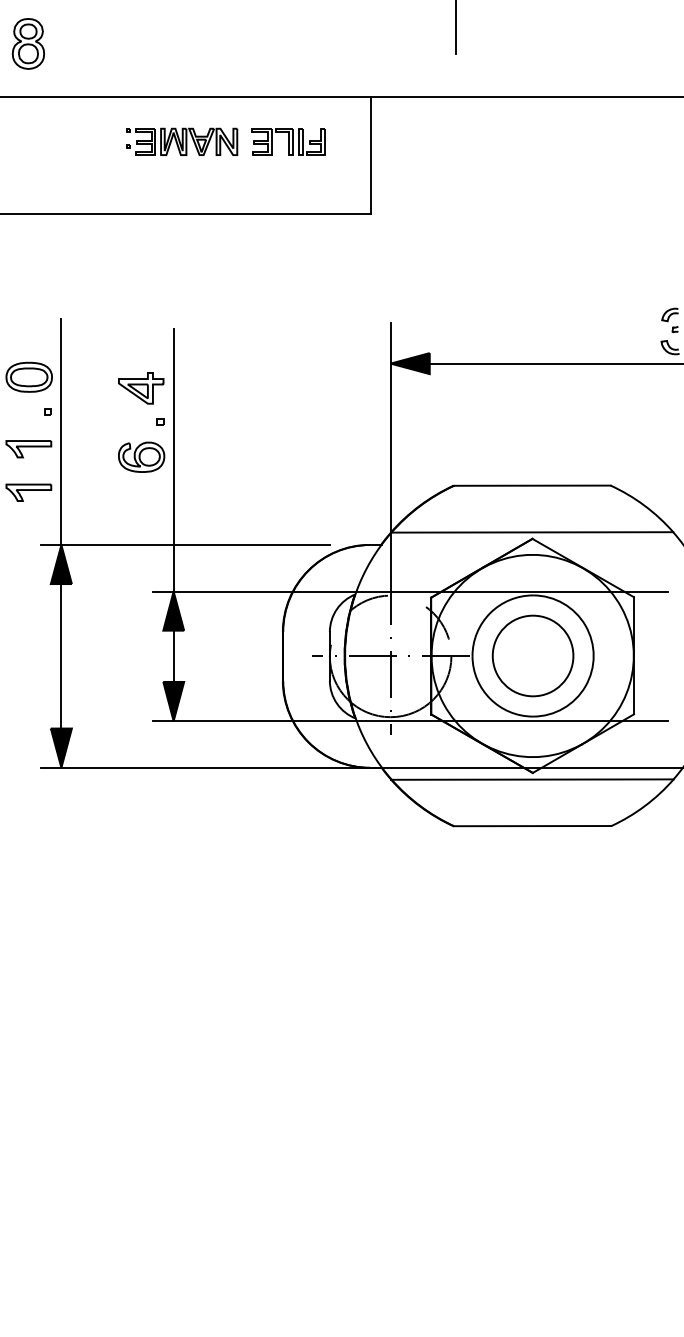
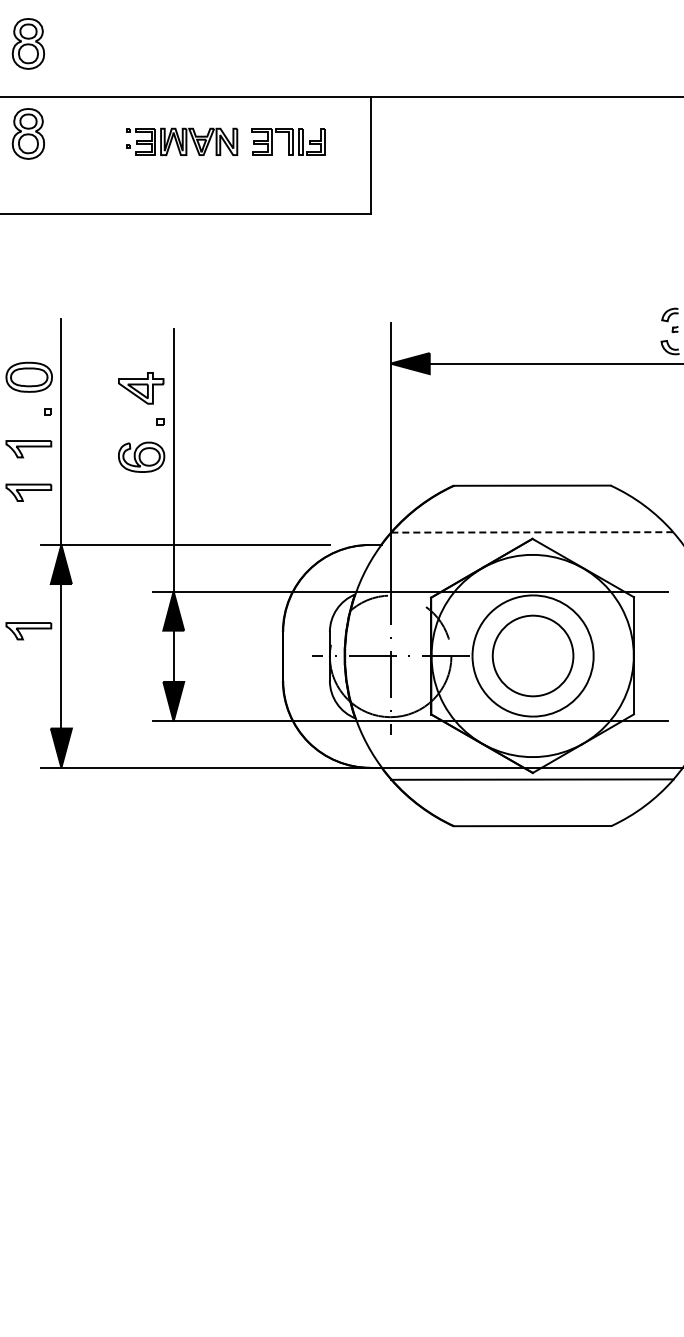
line at (455, 28): present -> none
part at (27, 133): none -> present
line at (532, 532): solid -> dashed
part at (28, 631): none -> present
